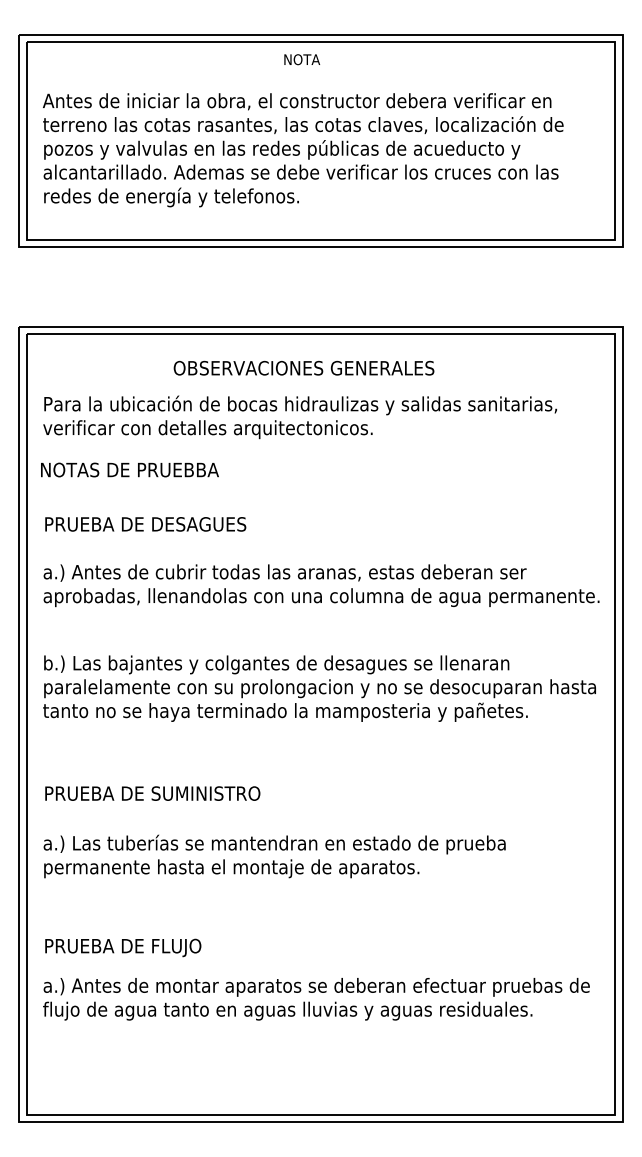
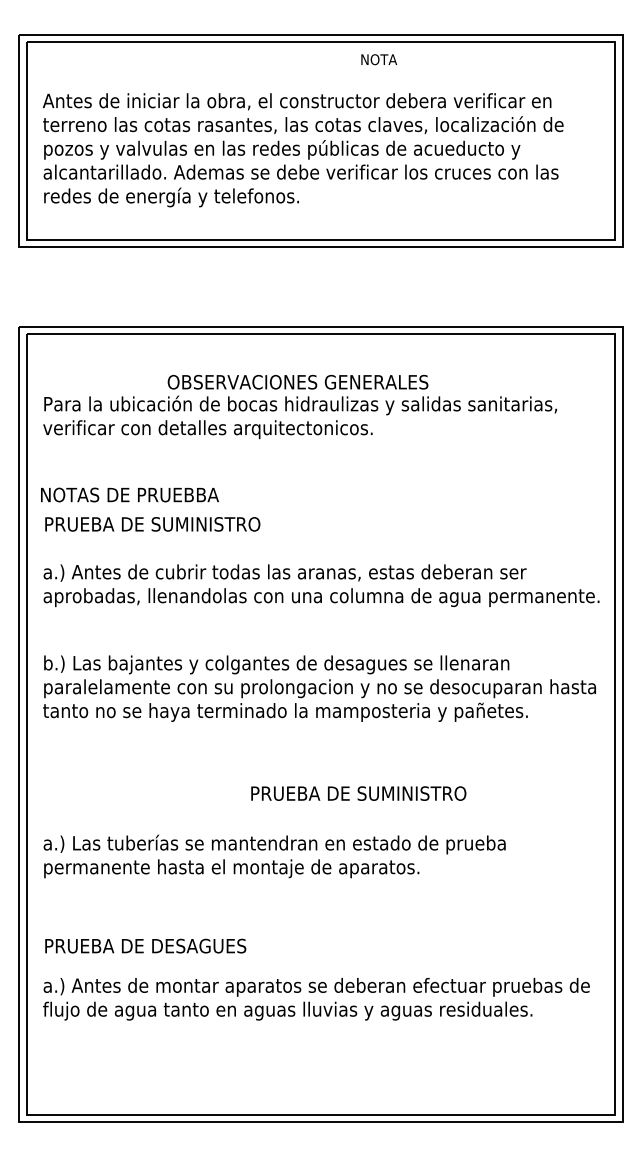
text at (302, 59) position: (302, 59) -> (379, 59)
text at (303, 367) position: (303, 367) -> (297, 381)
text at (129, 469) position: (129, 469) -> (129, 494)
text at (205, 524): PRUEBA DE DESAGUES -> PRUEBA DE SUMINISTRO
text at (152, 793) position: (152, 793) -> (358, 793)
text at (200, 947): PRUEBA DE FLUJO -> PRUEBA DE DESAGUES
